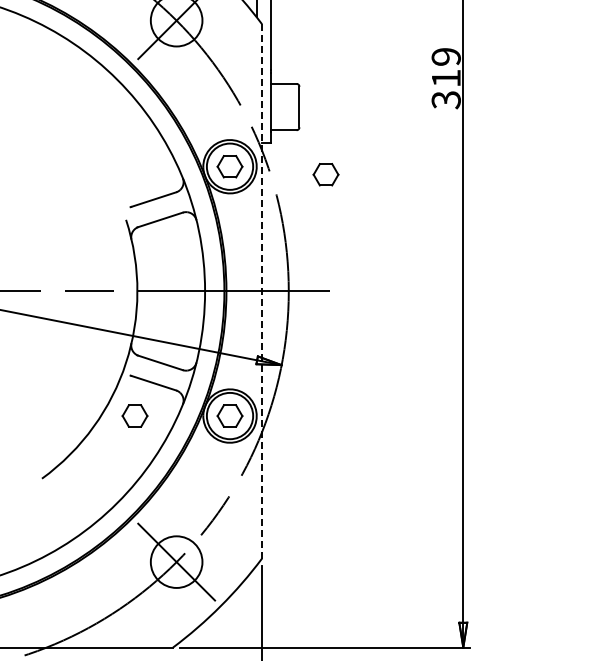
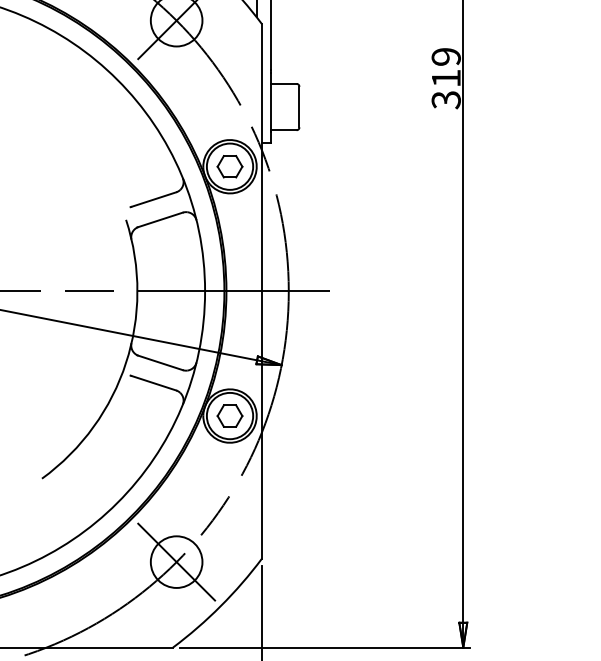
part at (325, 174): present -> none
line at (262, 290): dashed -> solid
part at (134, 415): present -> none
